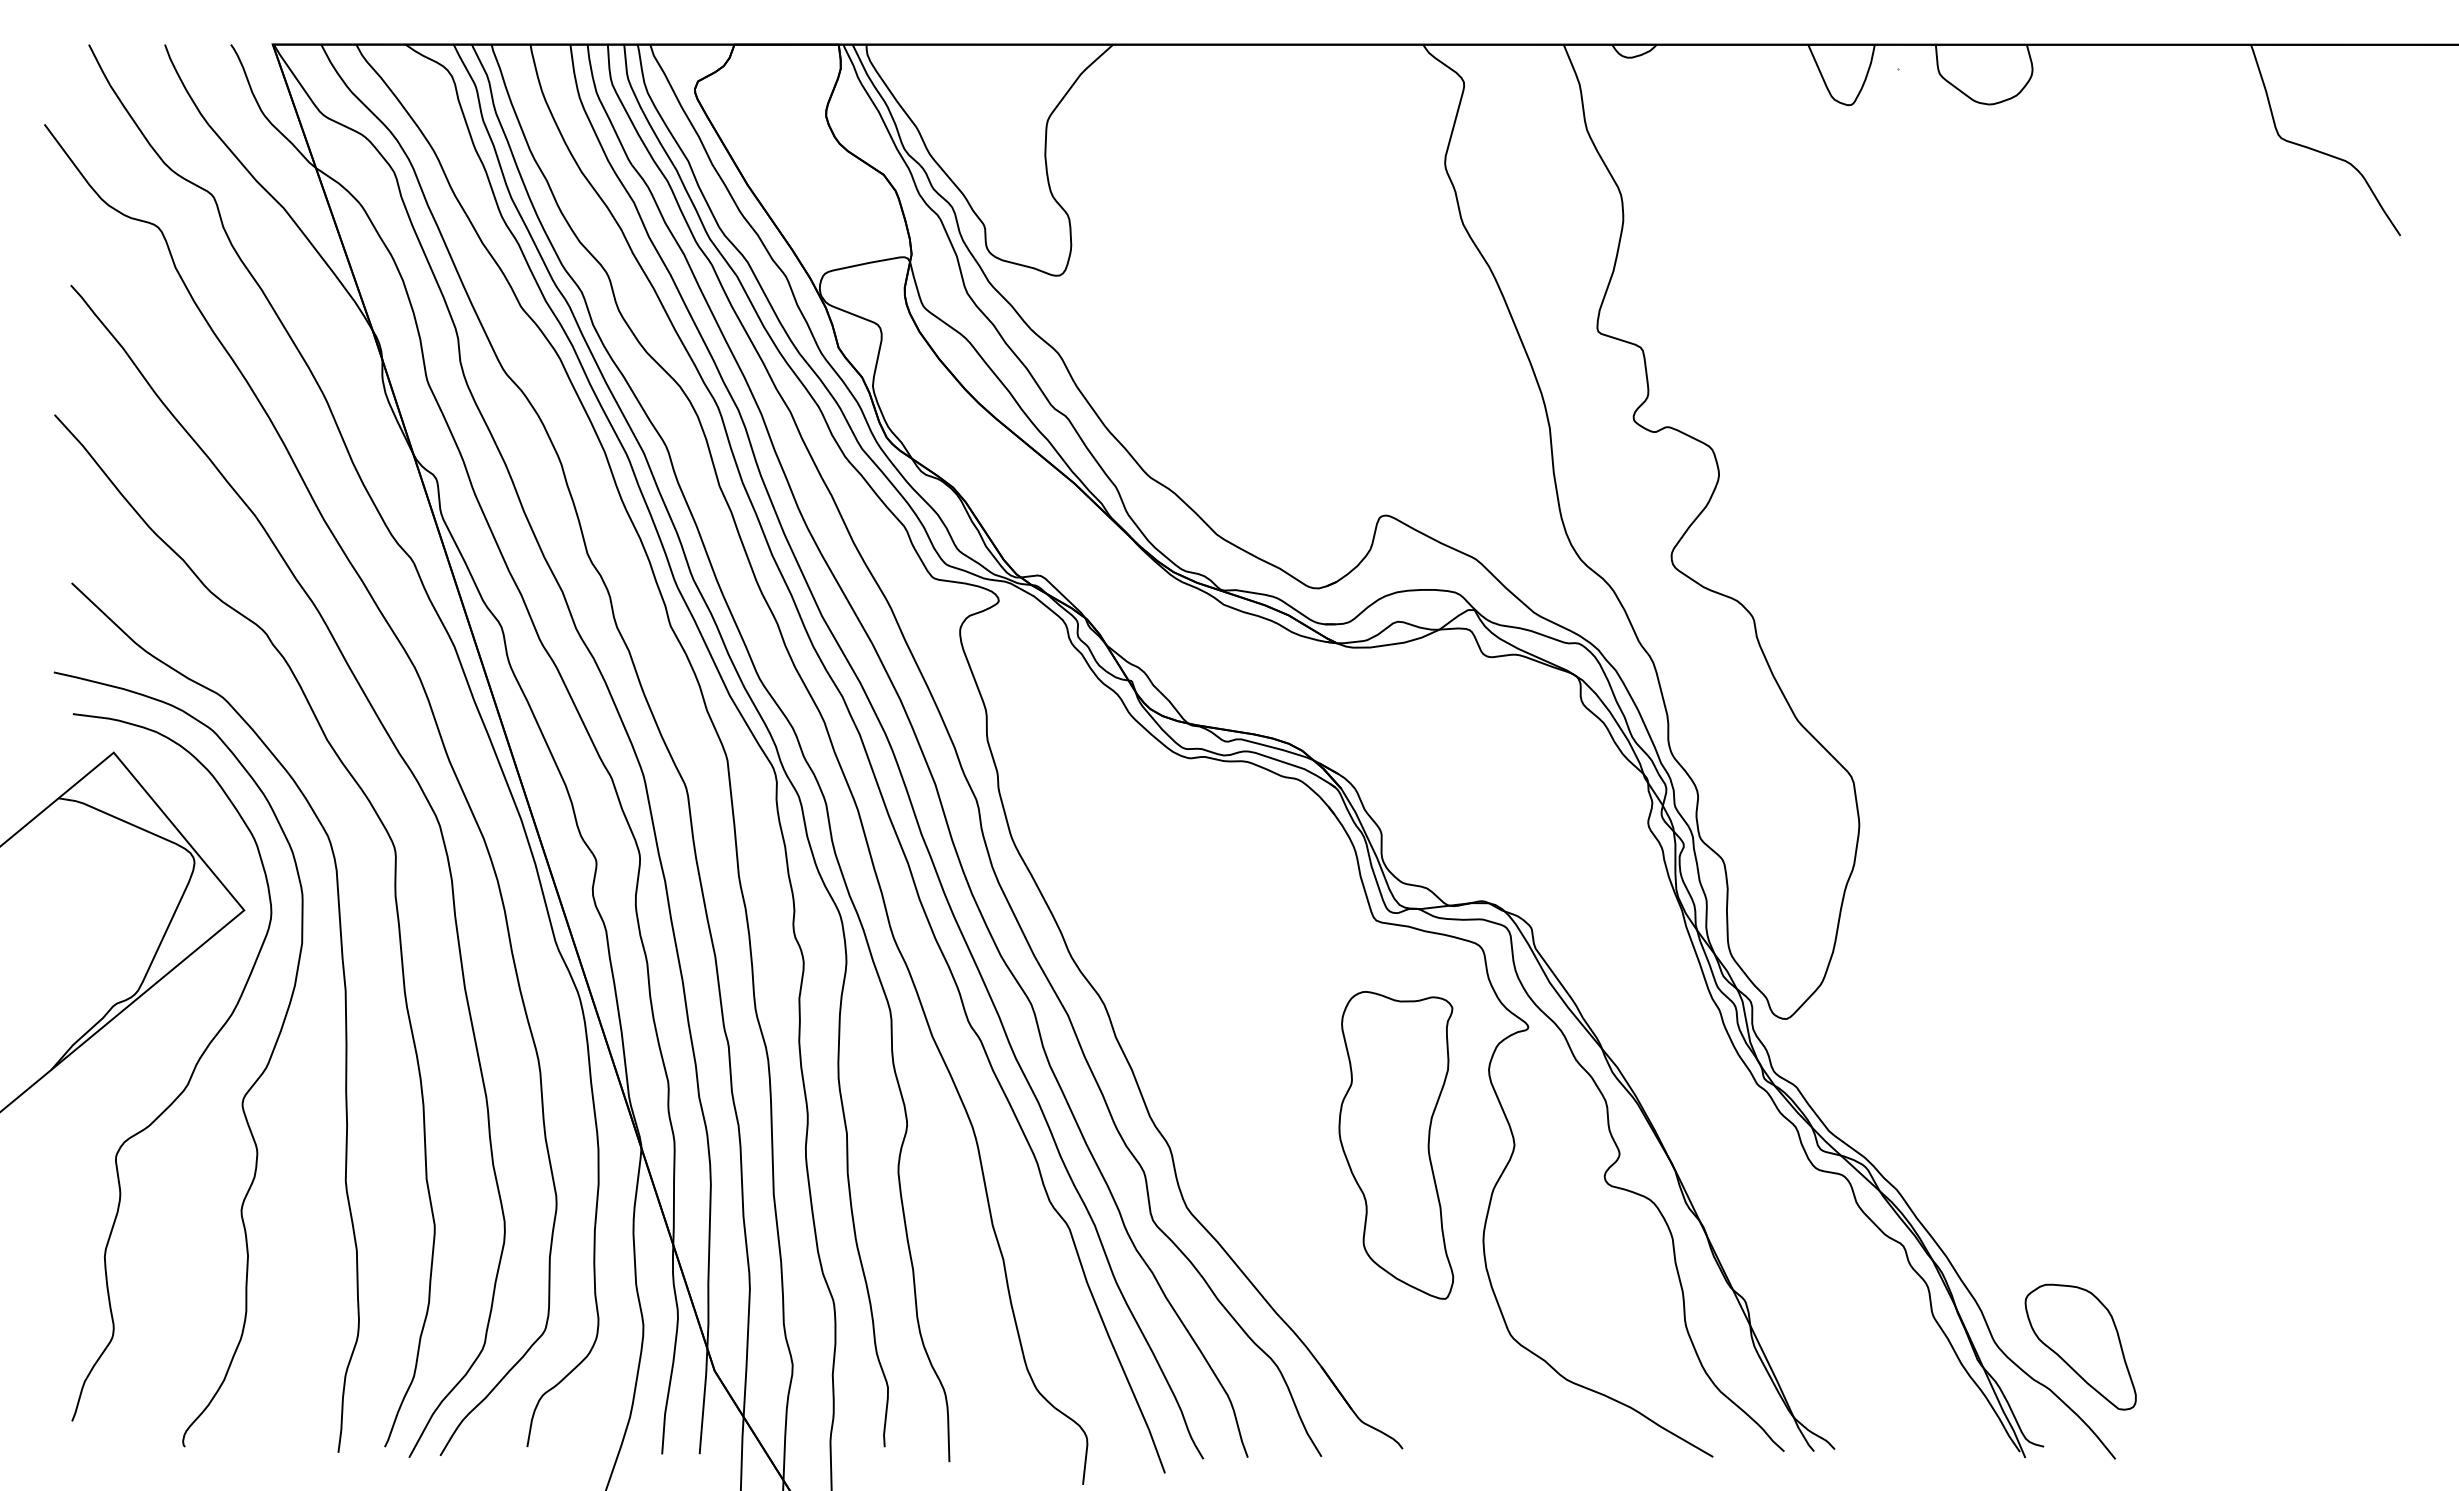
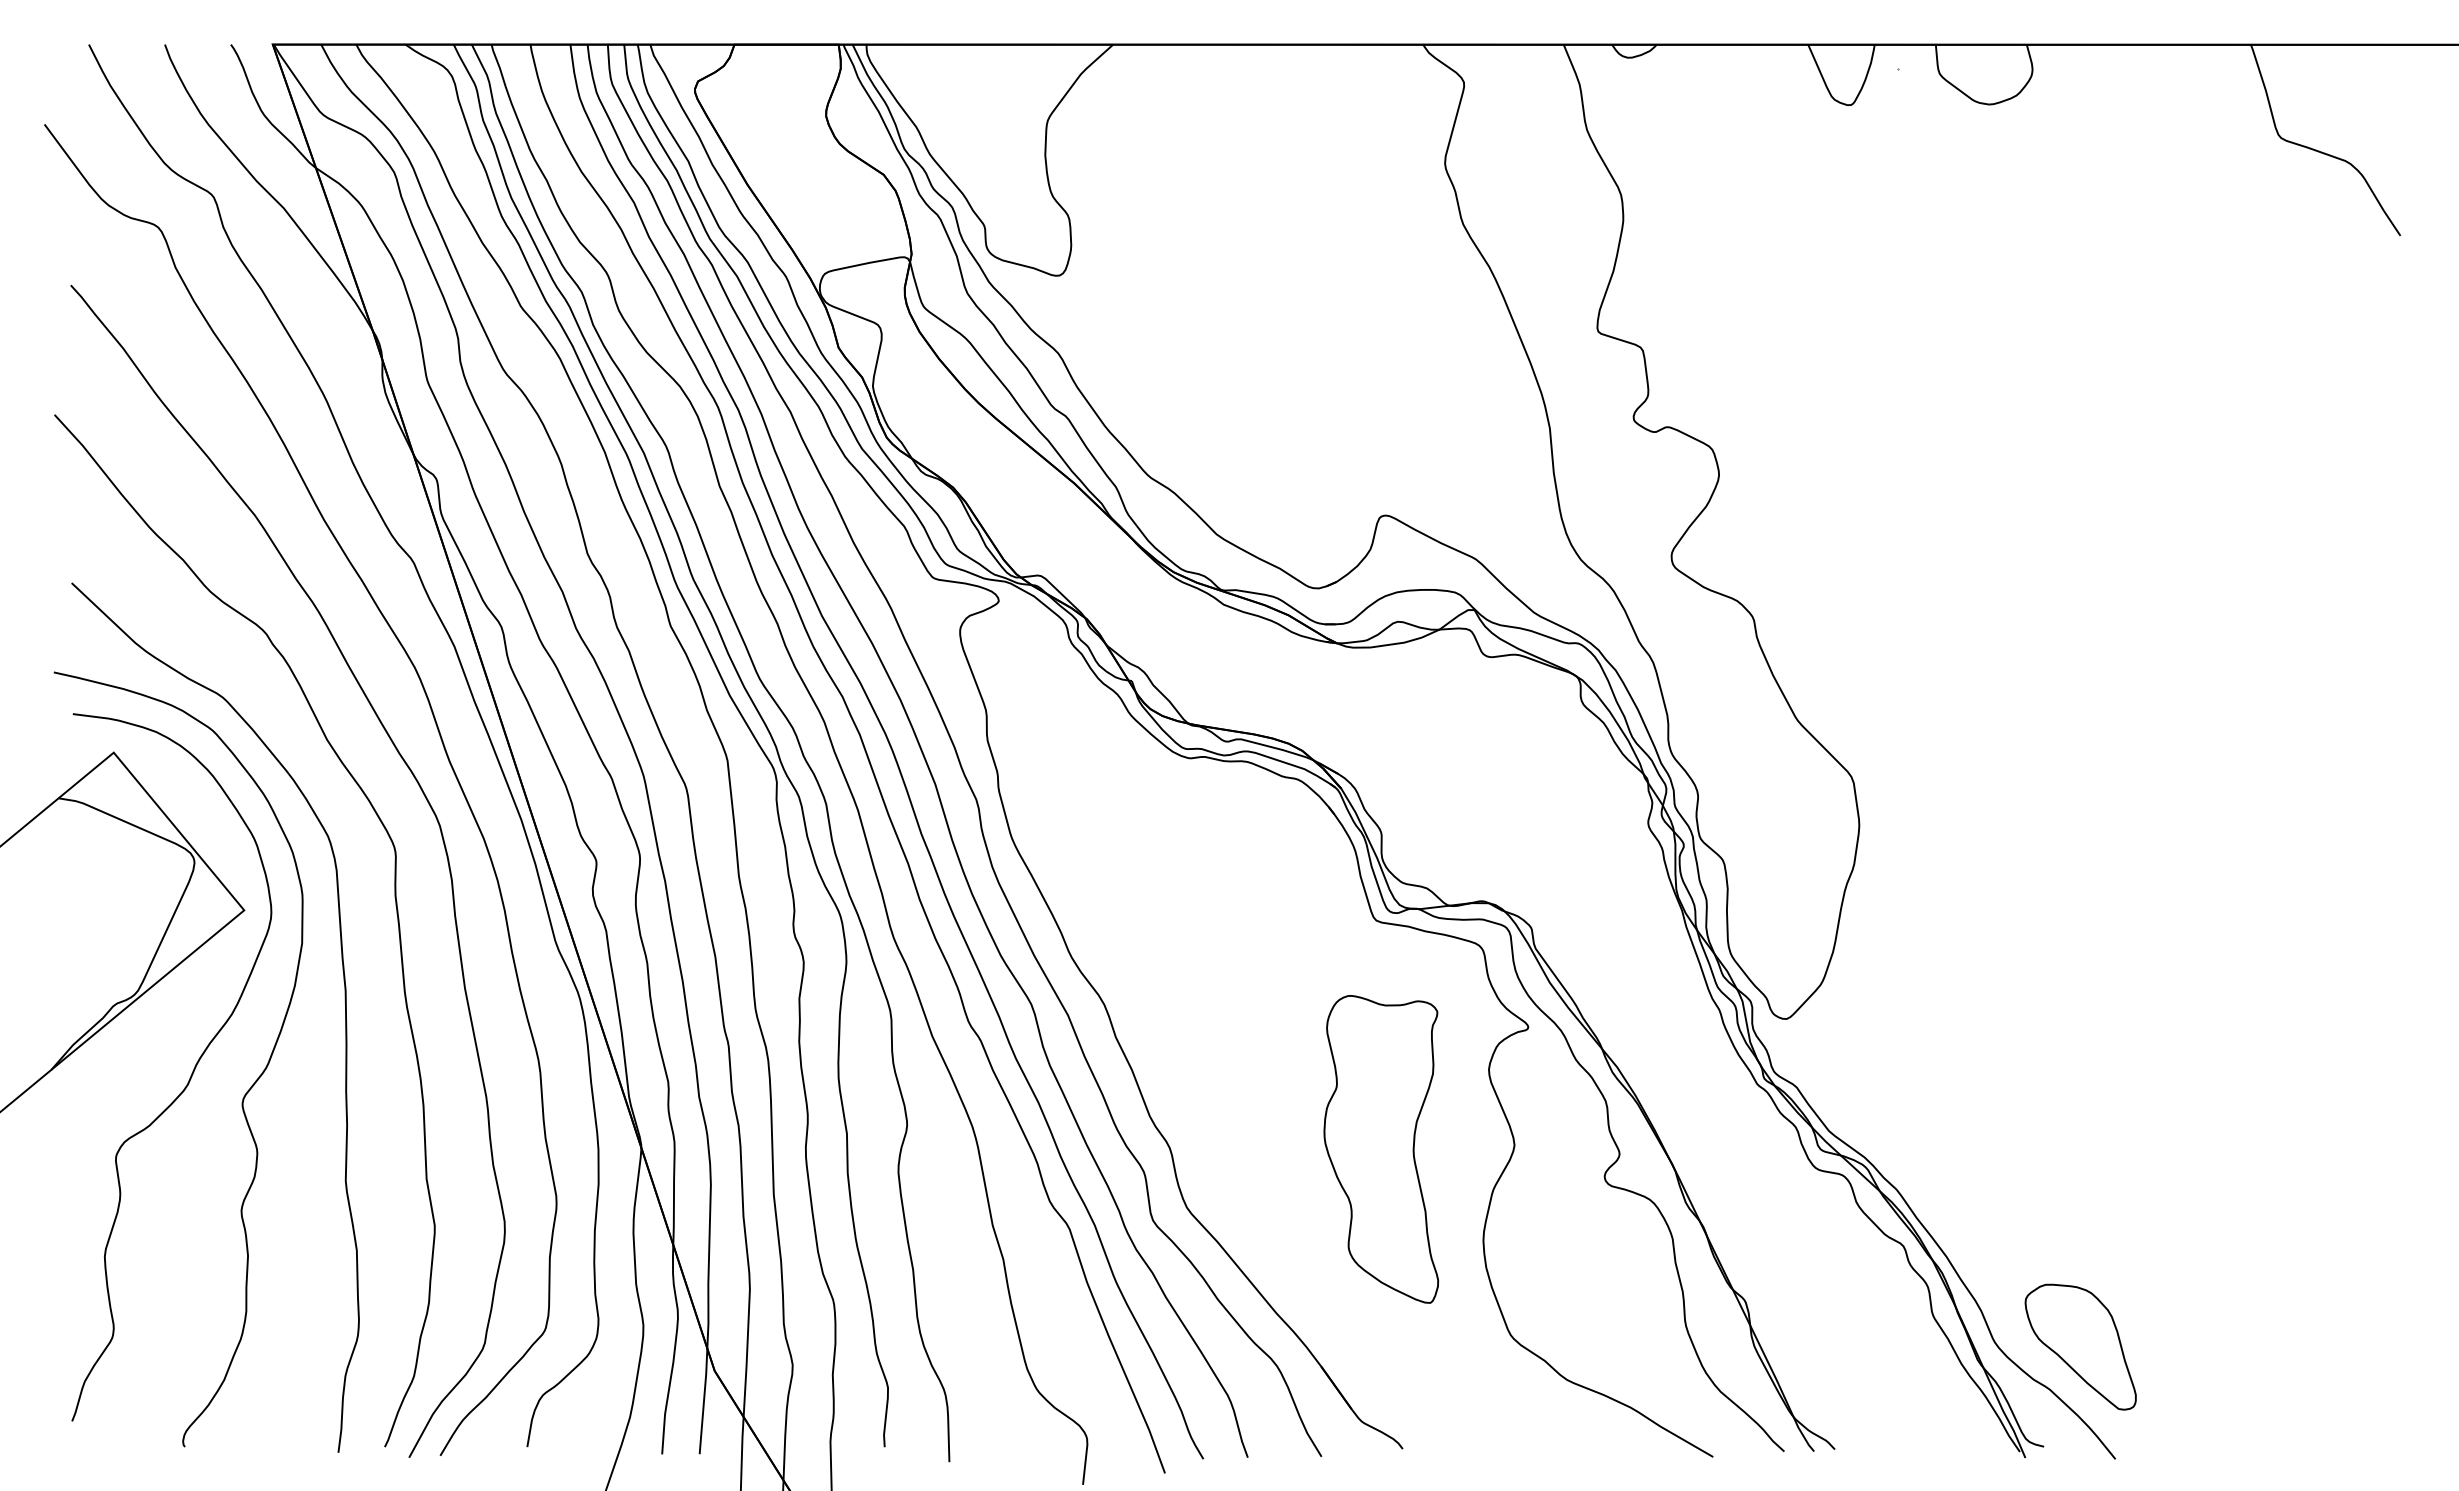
part at (1396, 1145) position: (1396, 1145) -> (1381, 1149)
